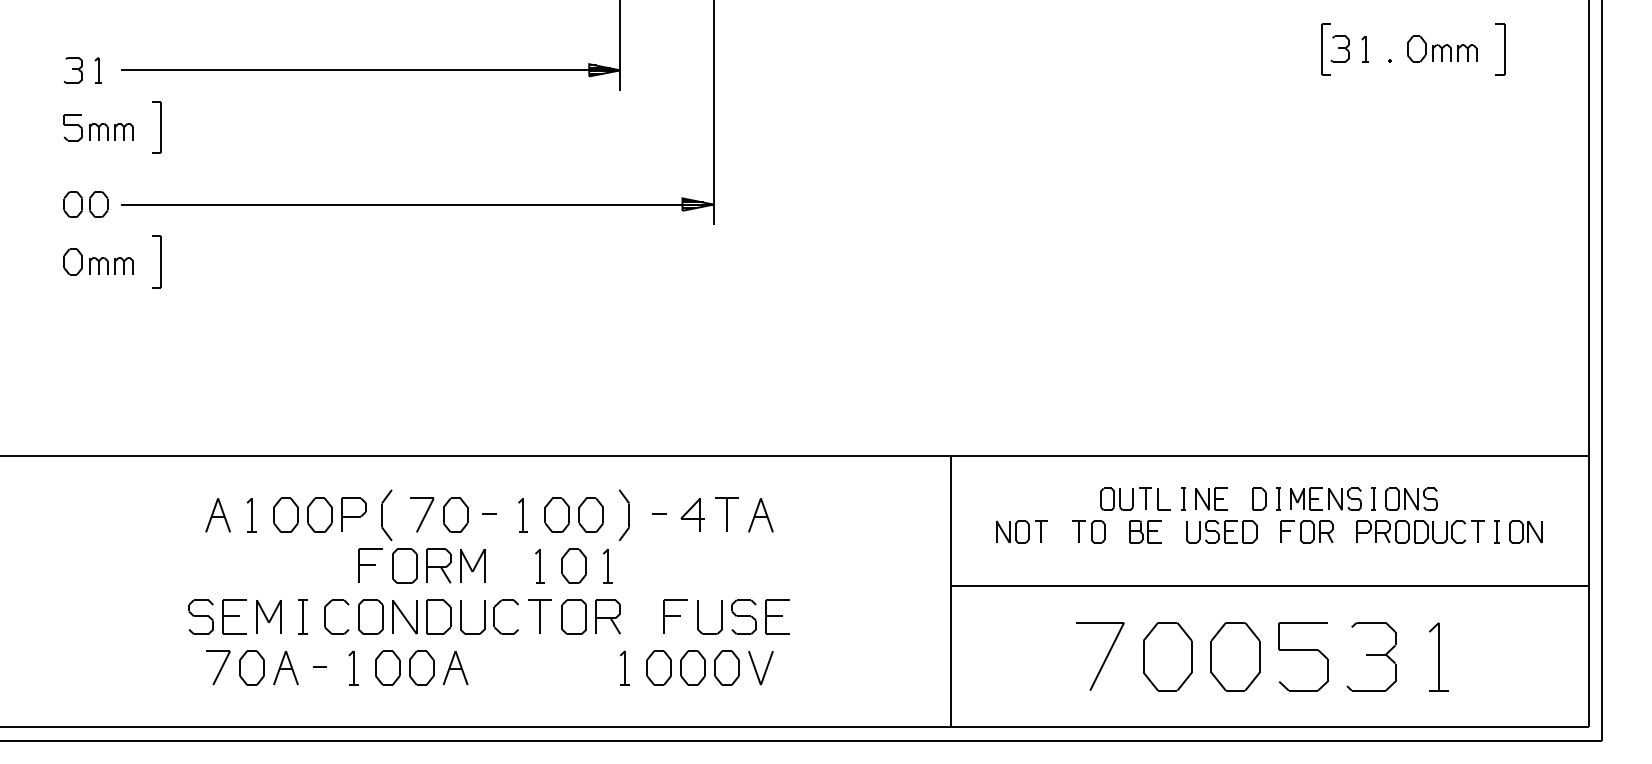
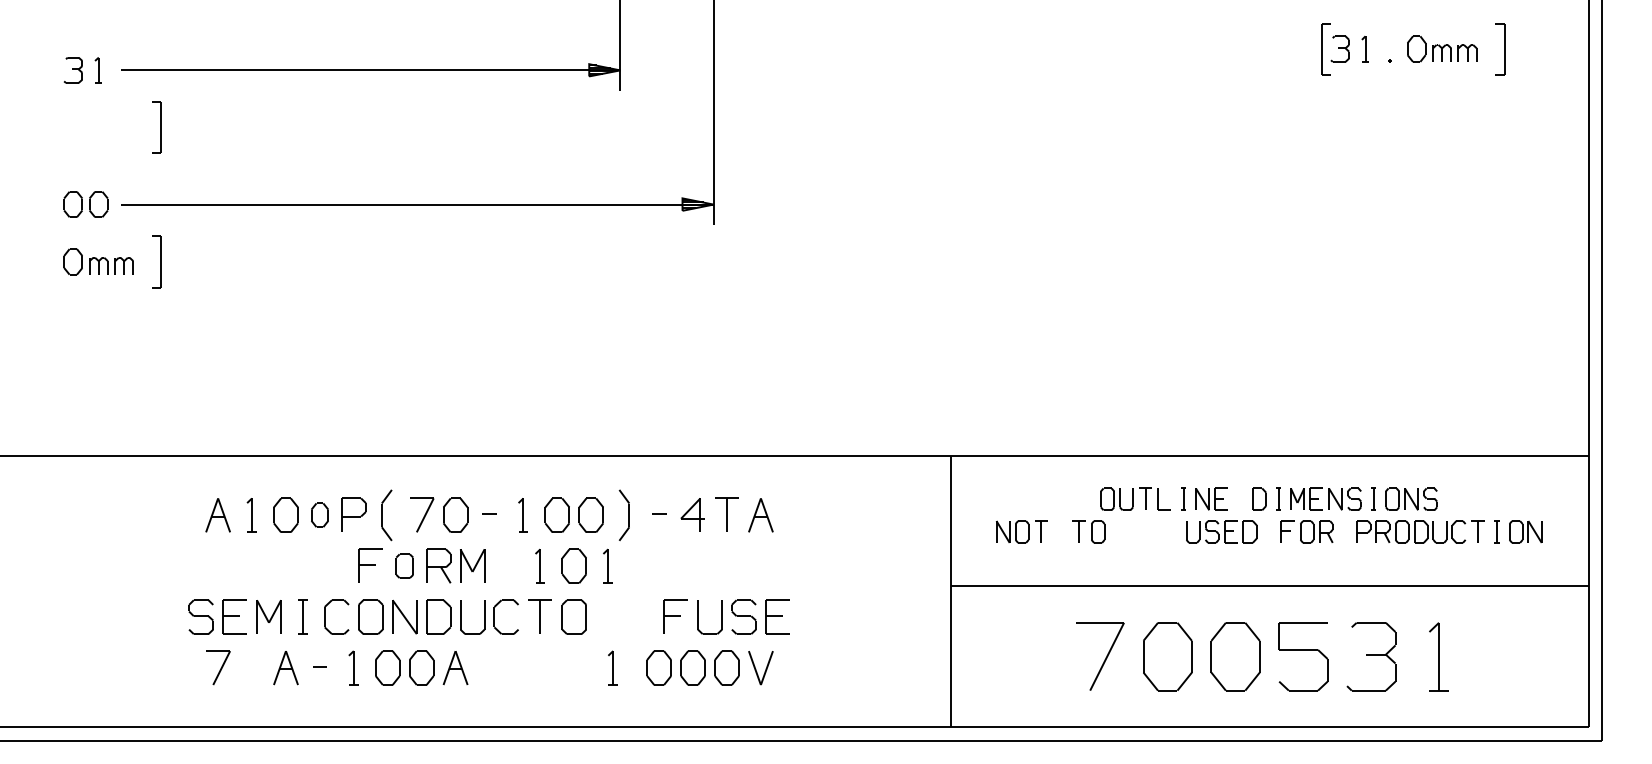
part at (98, 127): present -> none
part at (319, 514) size: 26x36 px -> 18x26 px
part at (1145, 531): present -> none
part at (404, 565) size: 26x36 px -> 19x26 px
part at (607, 616): present -> none
part at (251, 667): present -> none
part at (624, 667) position: (624, 667) -> (612, 667)
